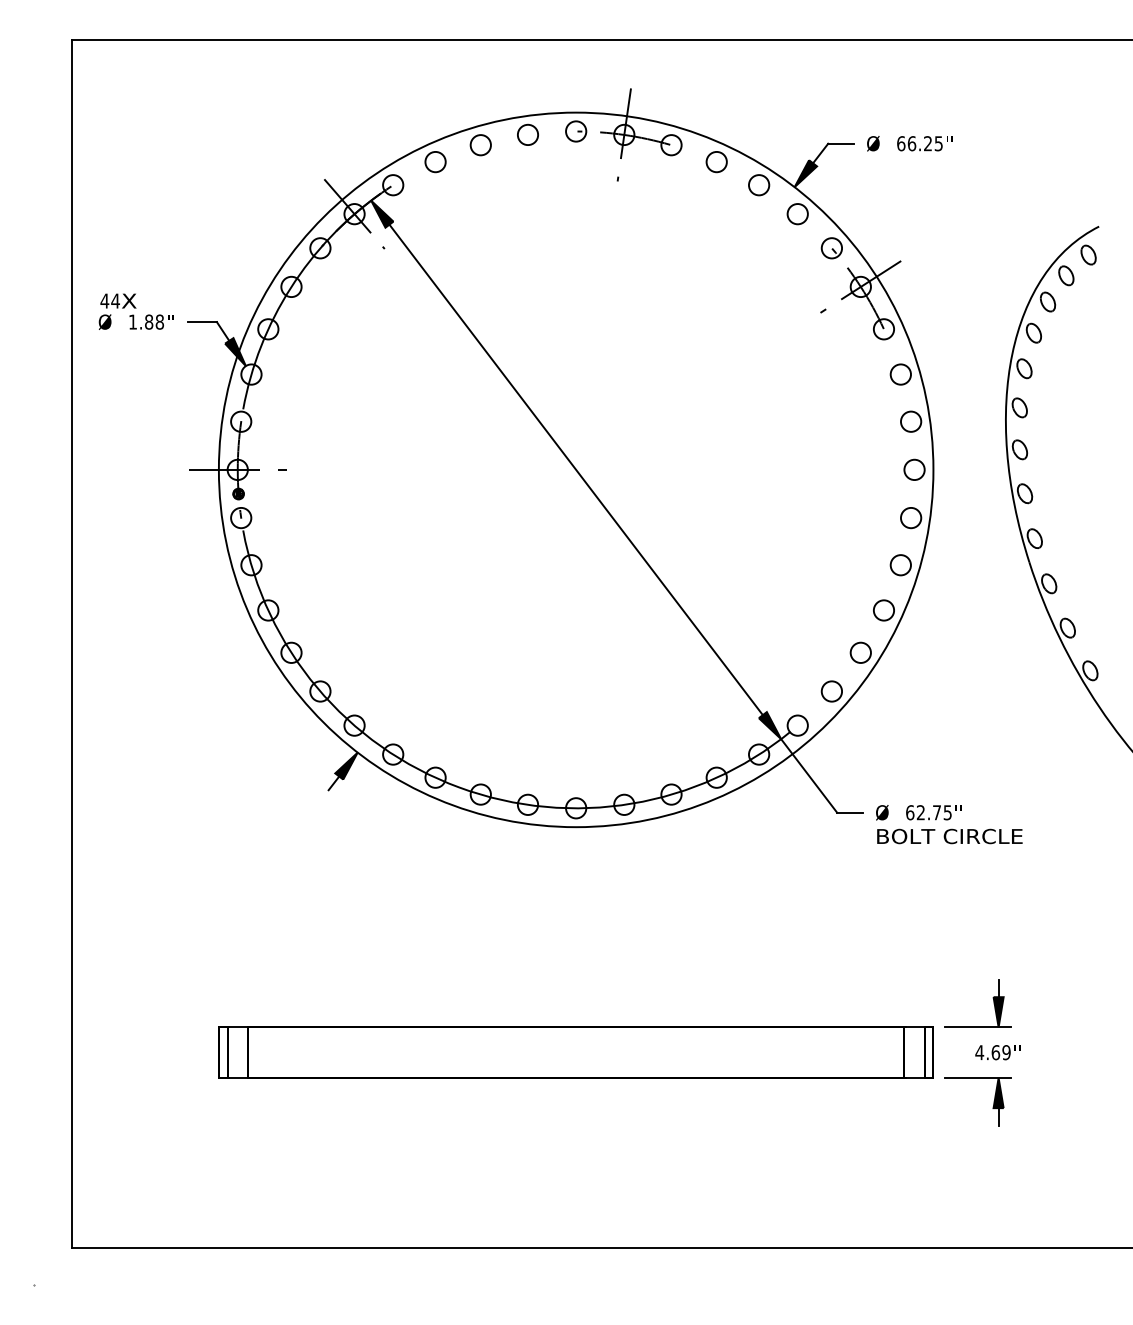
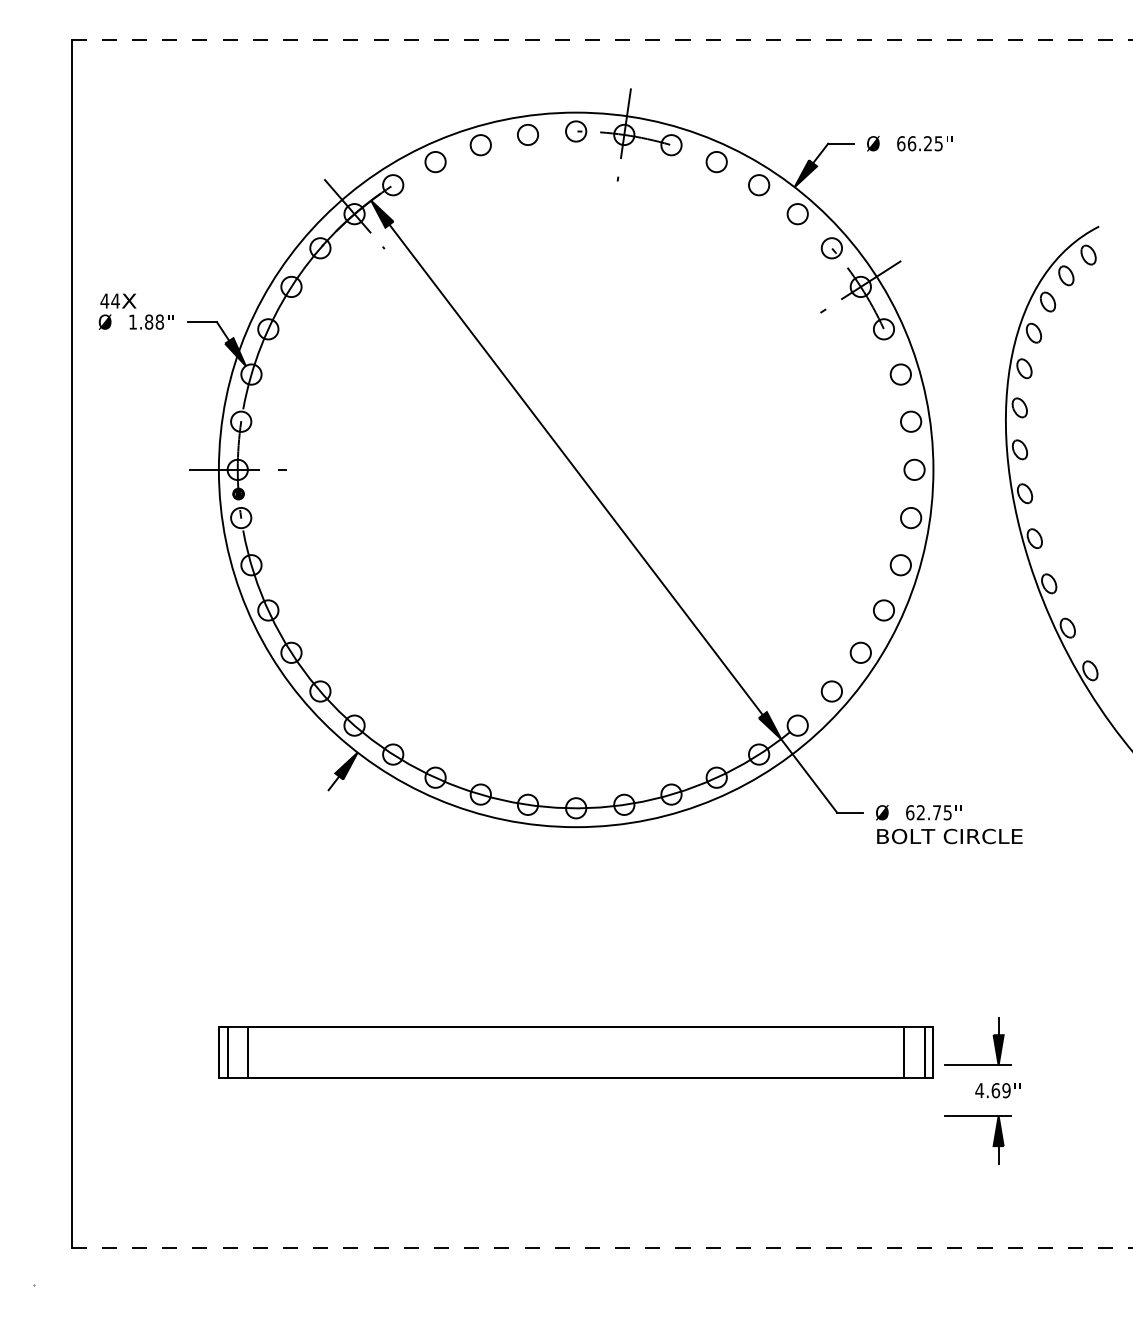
line at (602, 39): solid -> dashed
part at (982, 1052) position: (982, 1052) -> (982, 1090)
line at (602, 1247): solid -> dashed
